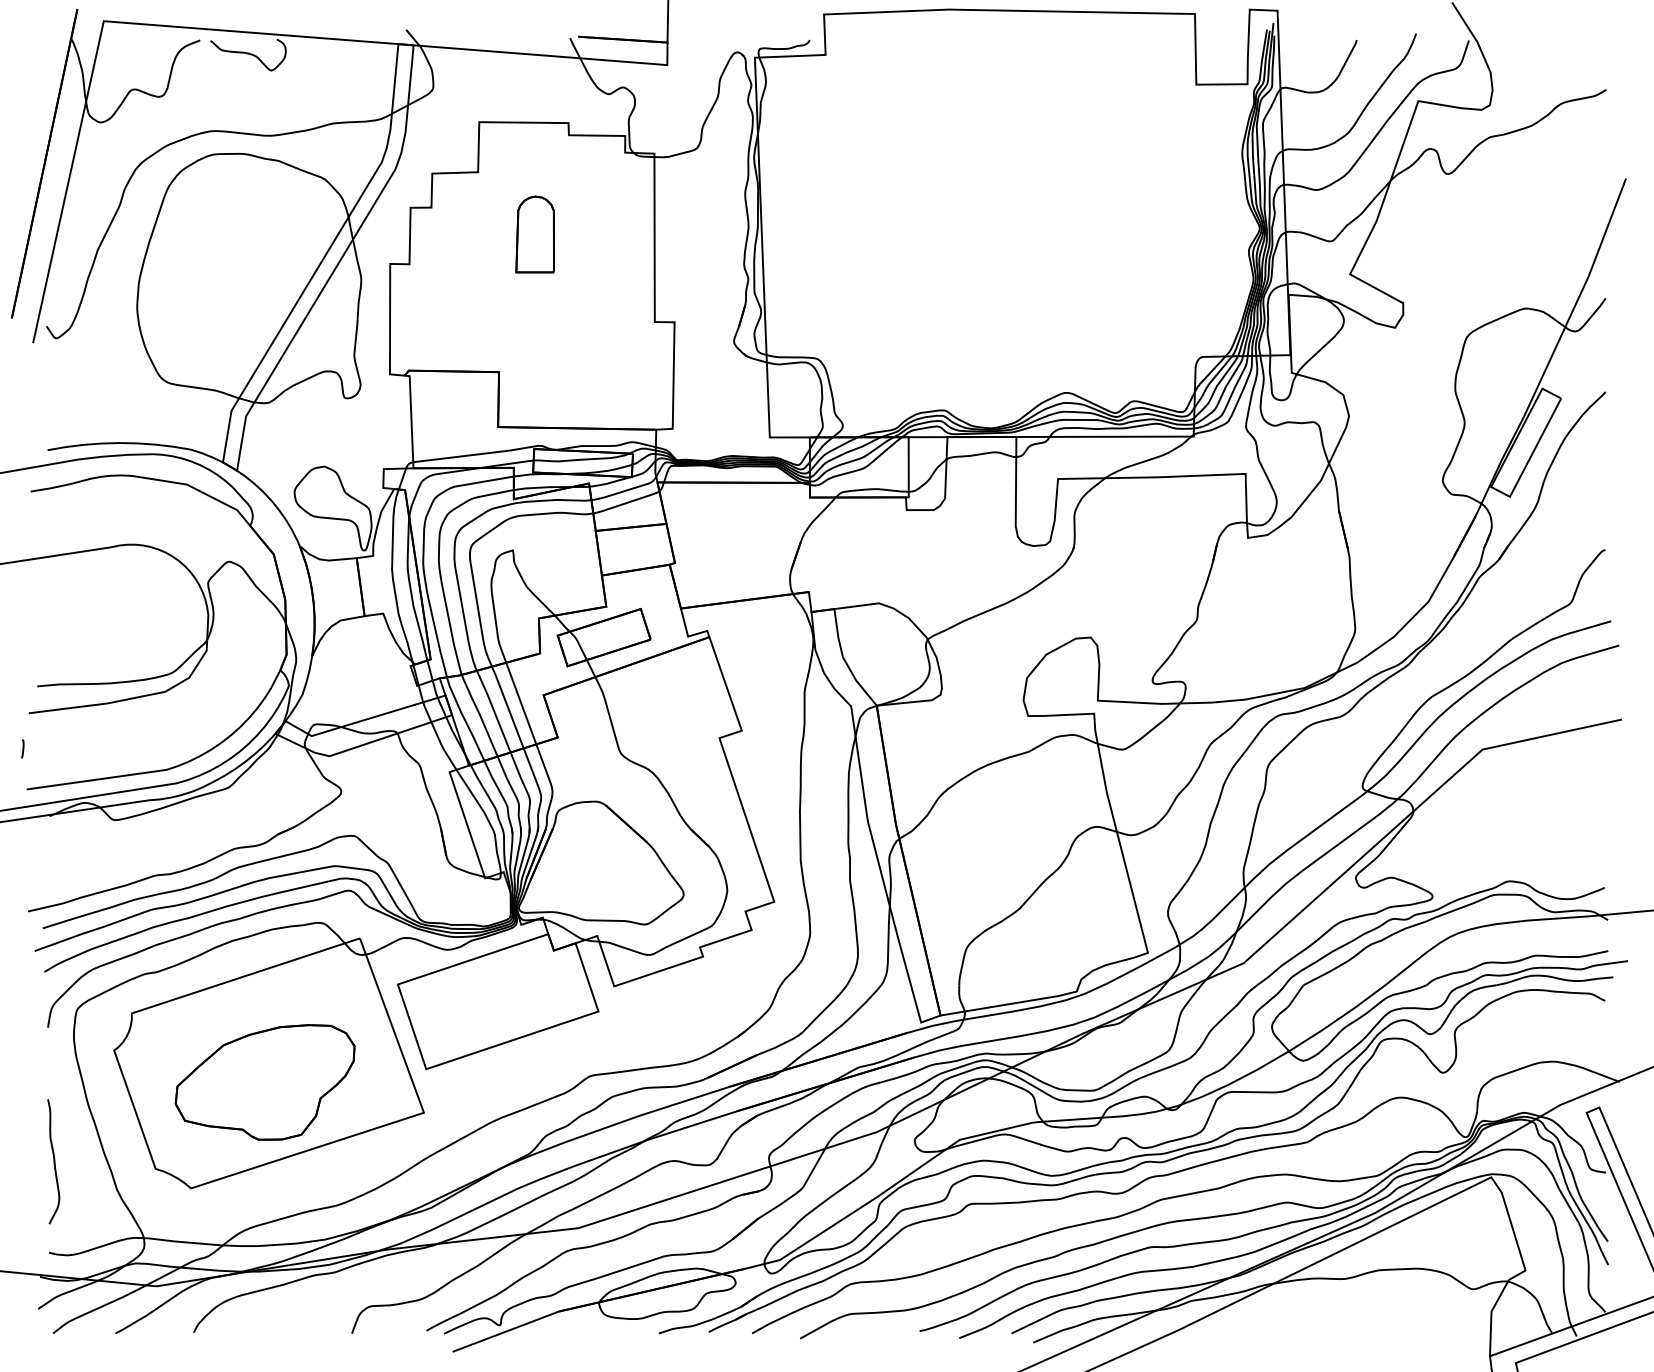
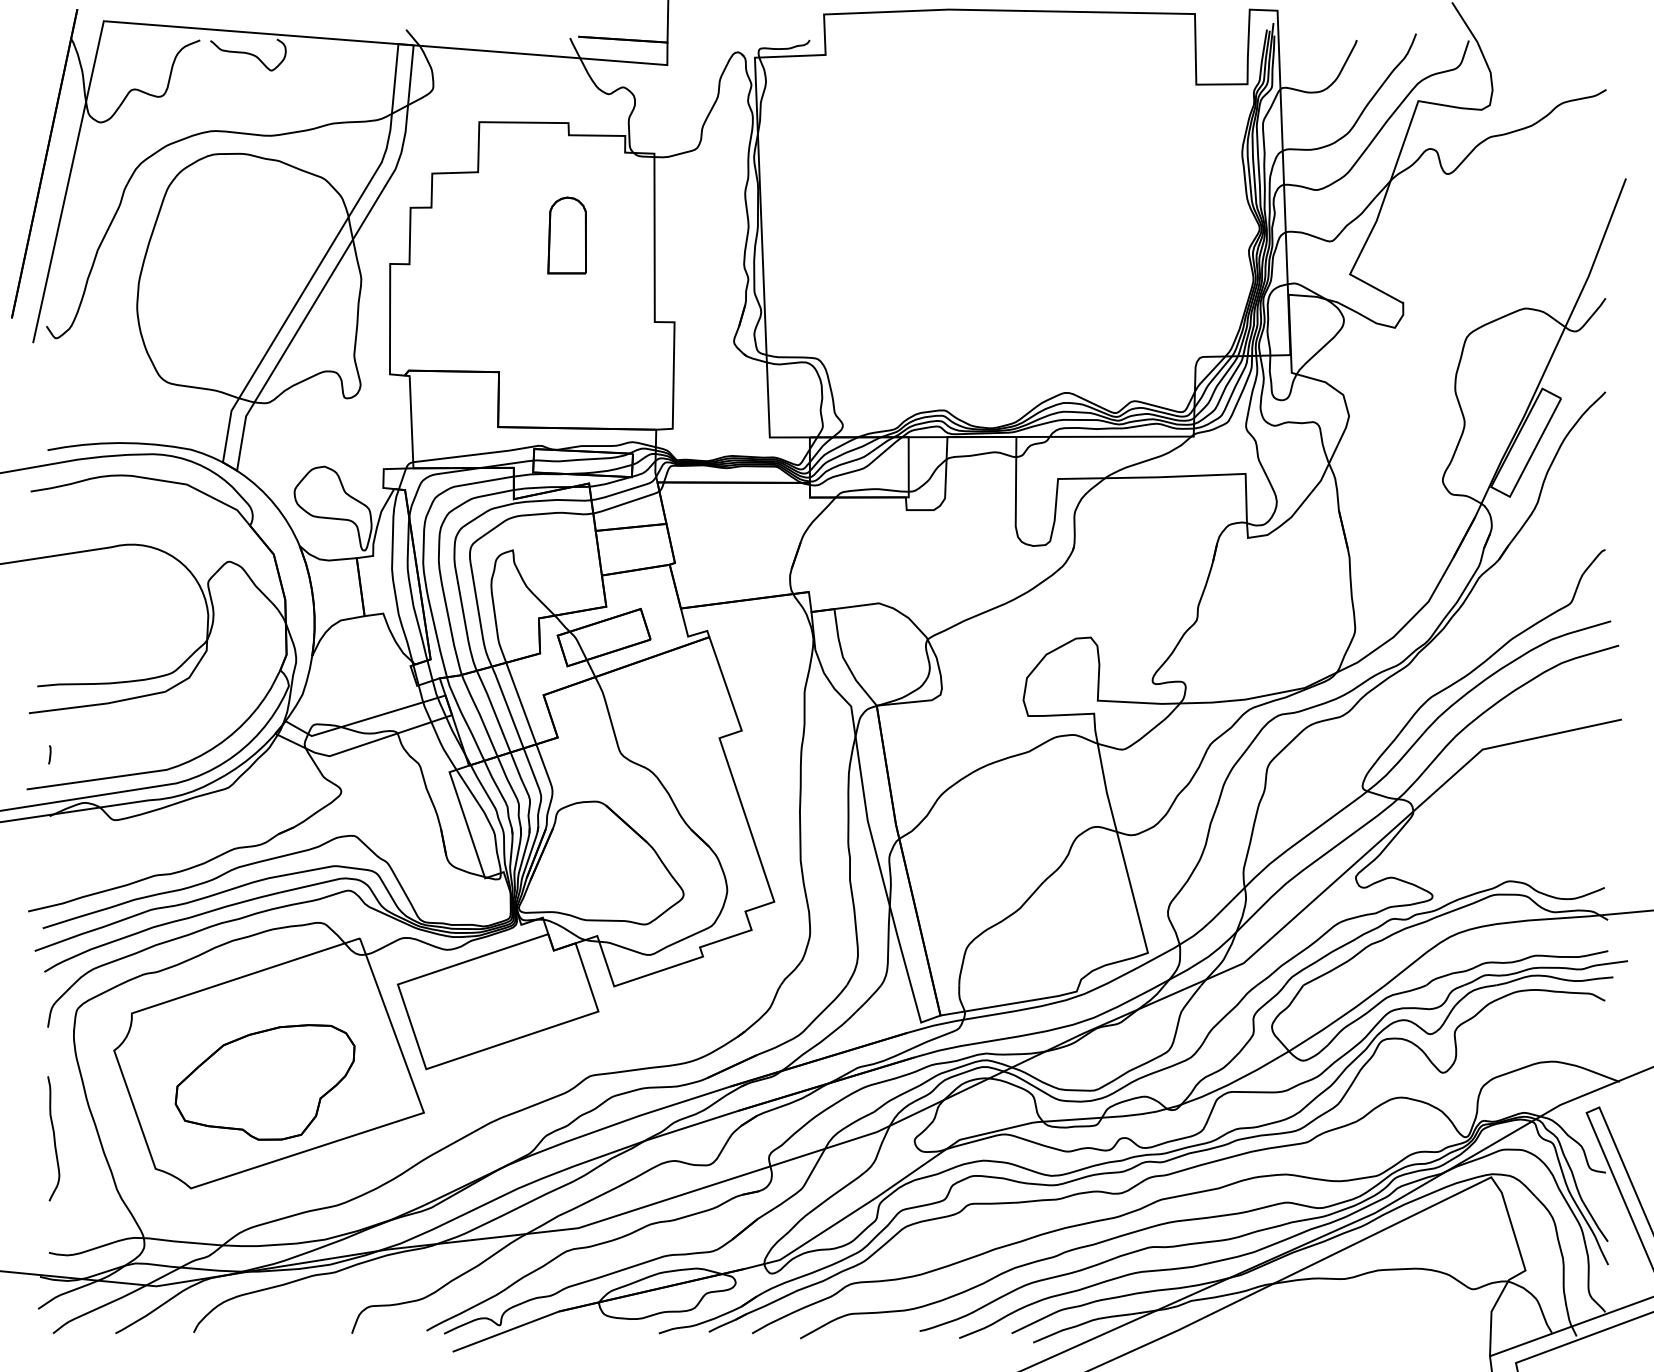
part at (534, 234) position: (534, 234) -> (566, 235)
line at (22, 748) position: (22, 748) -> (49, 754)
curve at (53, 1161) position: (53, 1161) -> (53, 1138)
